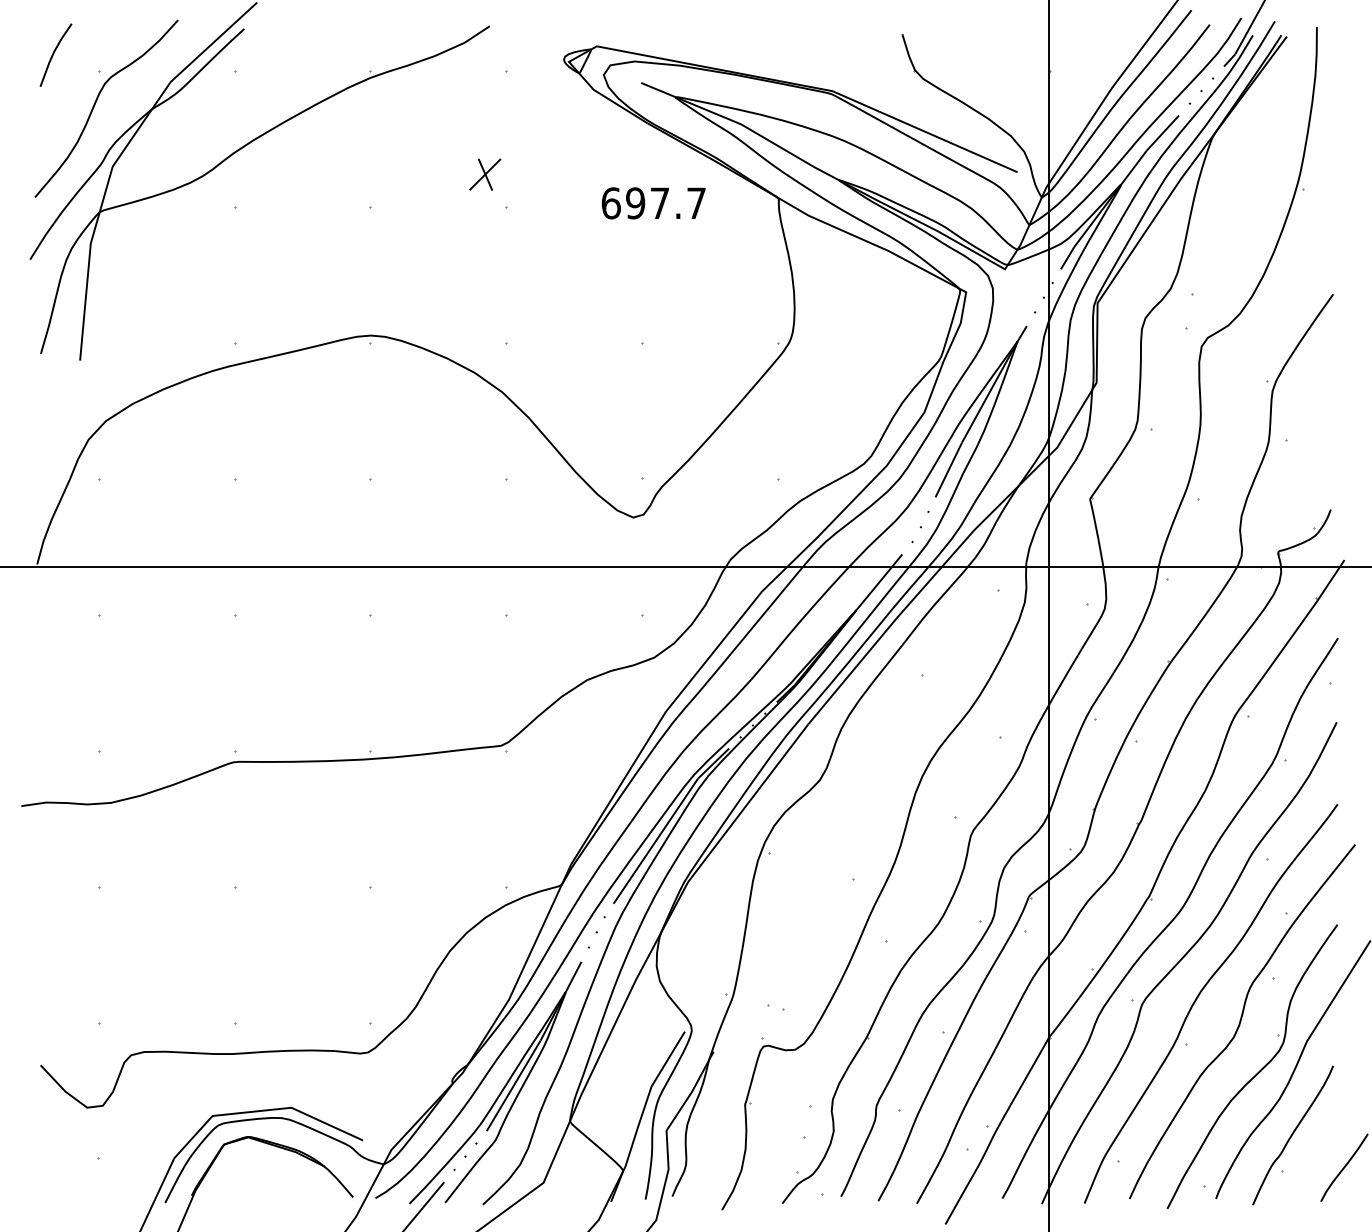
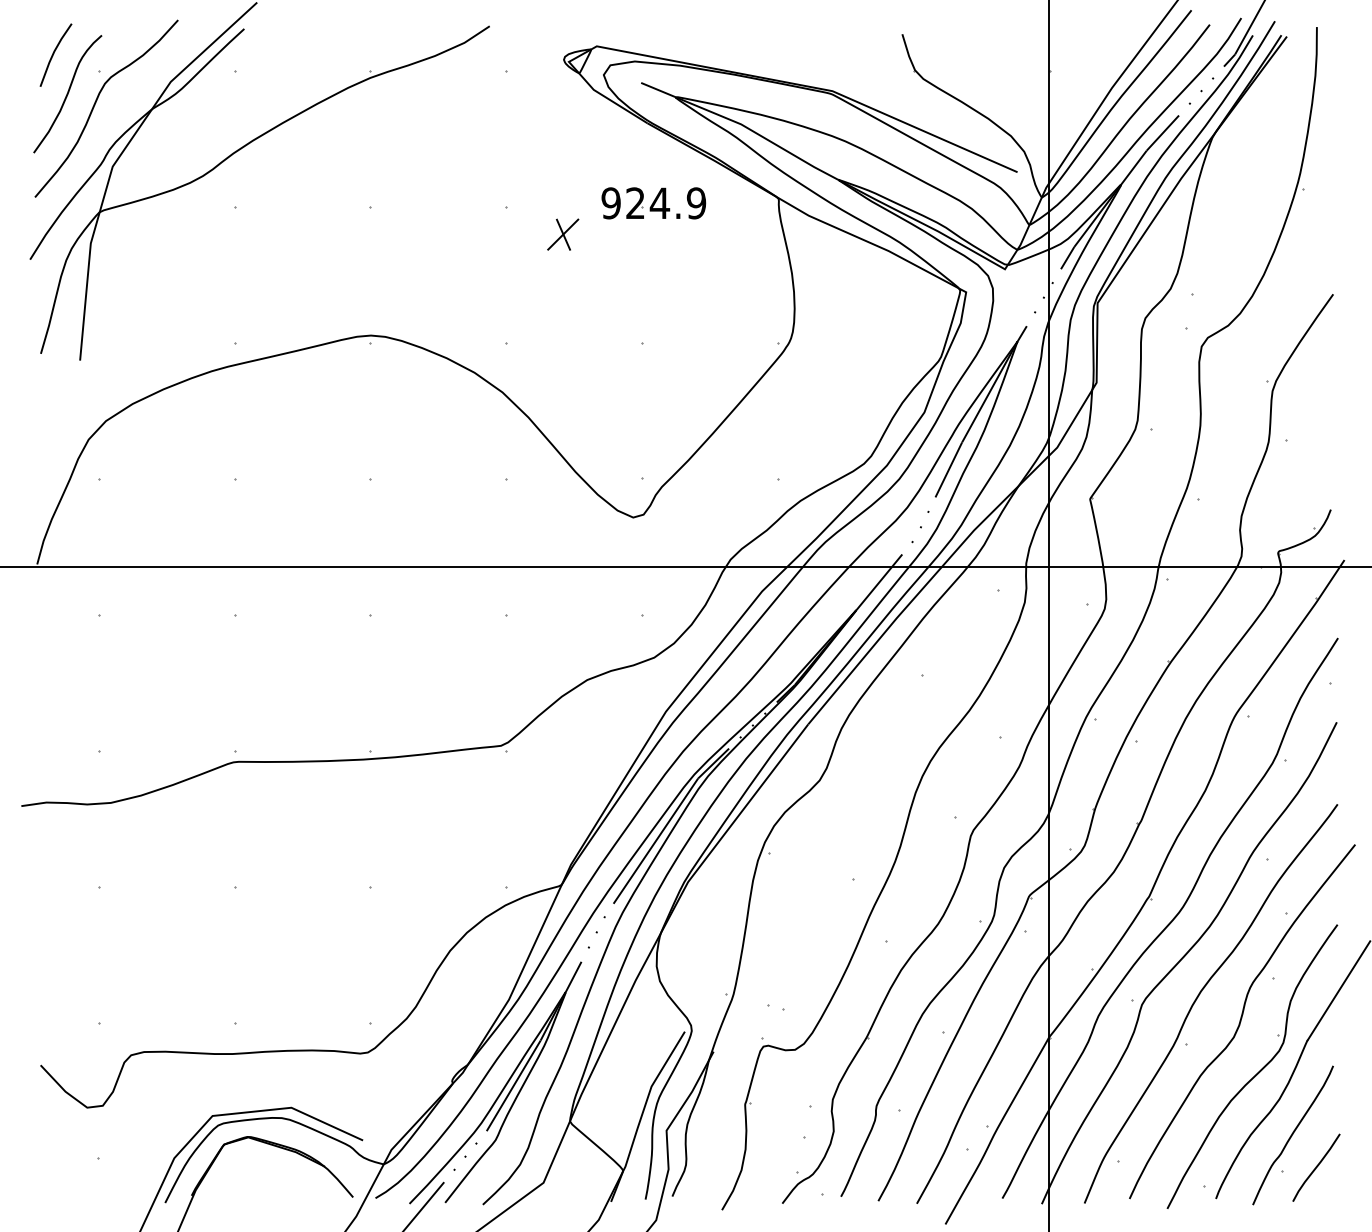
curve at (67, 94): none -> present
part at (485, 174) position: (485, 174) -> (563, 234)
text at (653, 203): 697.7 -> 924.9
curve at (1344, 1167) position: (1344, 1167) -> (1316, 1167)
